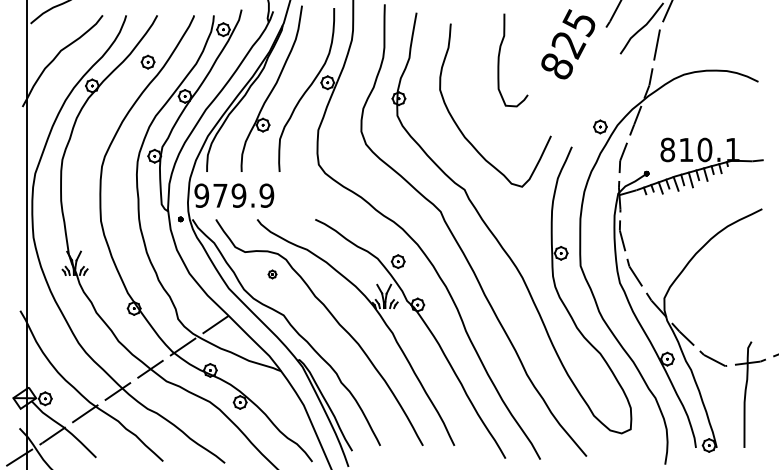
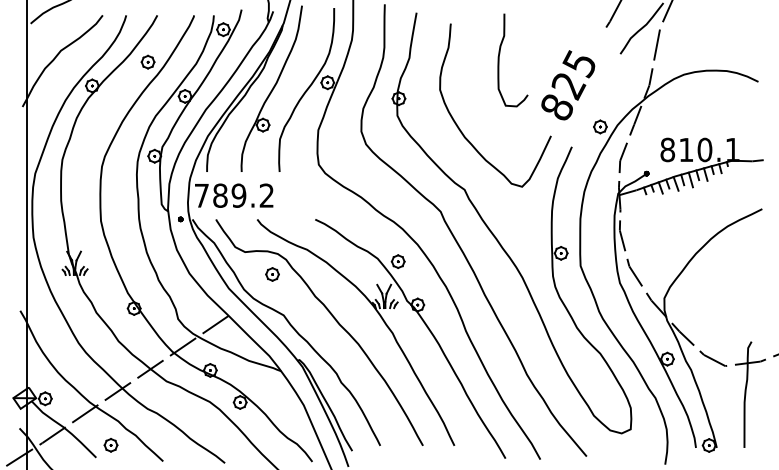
text at (568, 44) position: (568, 44) -> (568, 85)
text at (234, 195): 979.9 -> 789.2
part at (272, 274) size: 11x11 px -> 15x15 px
part at (110, 445): none -> present
